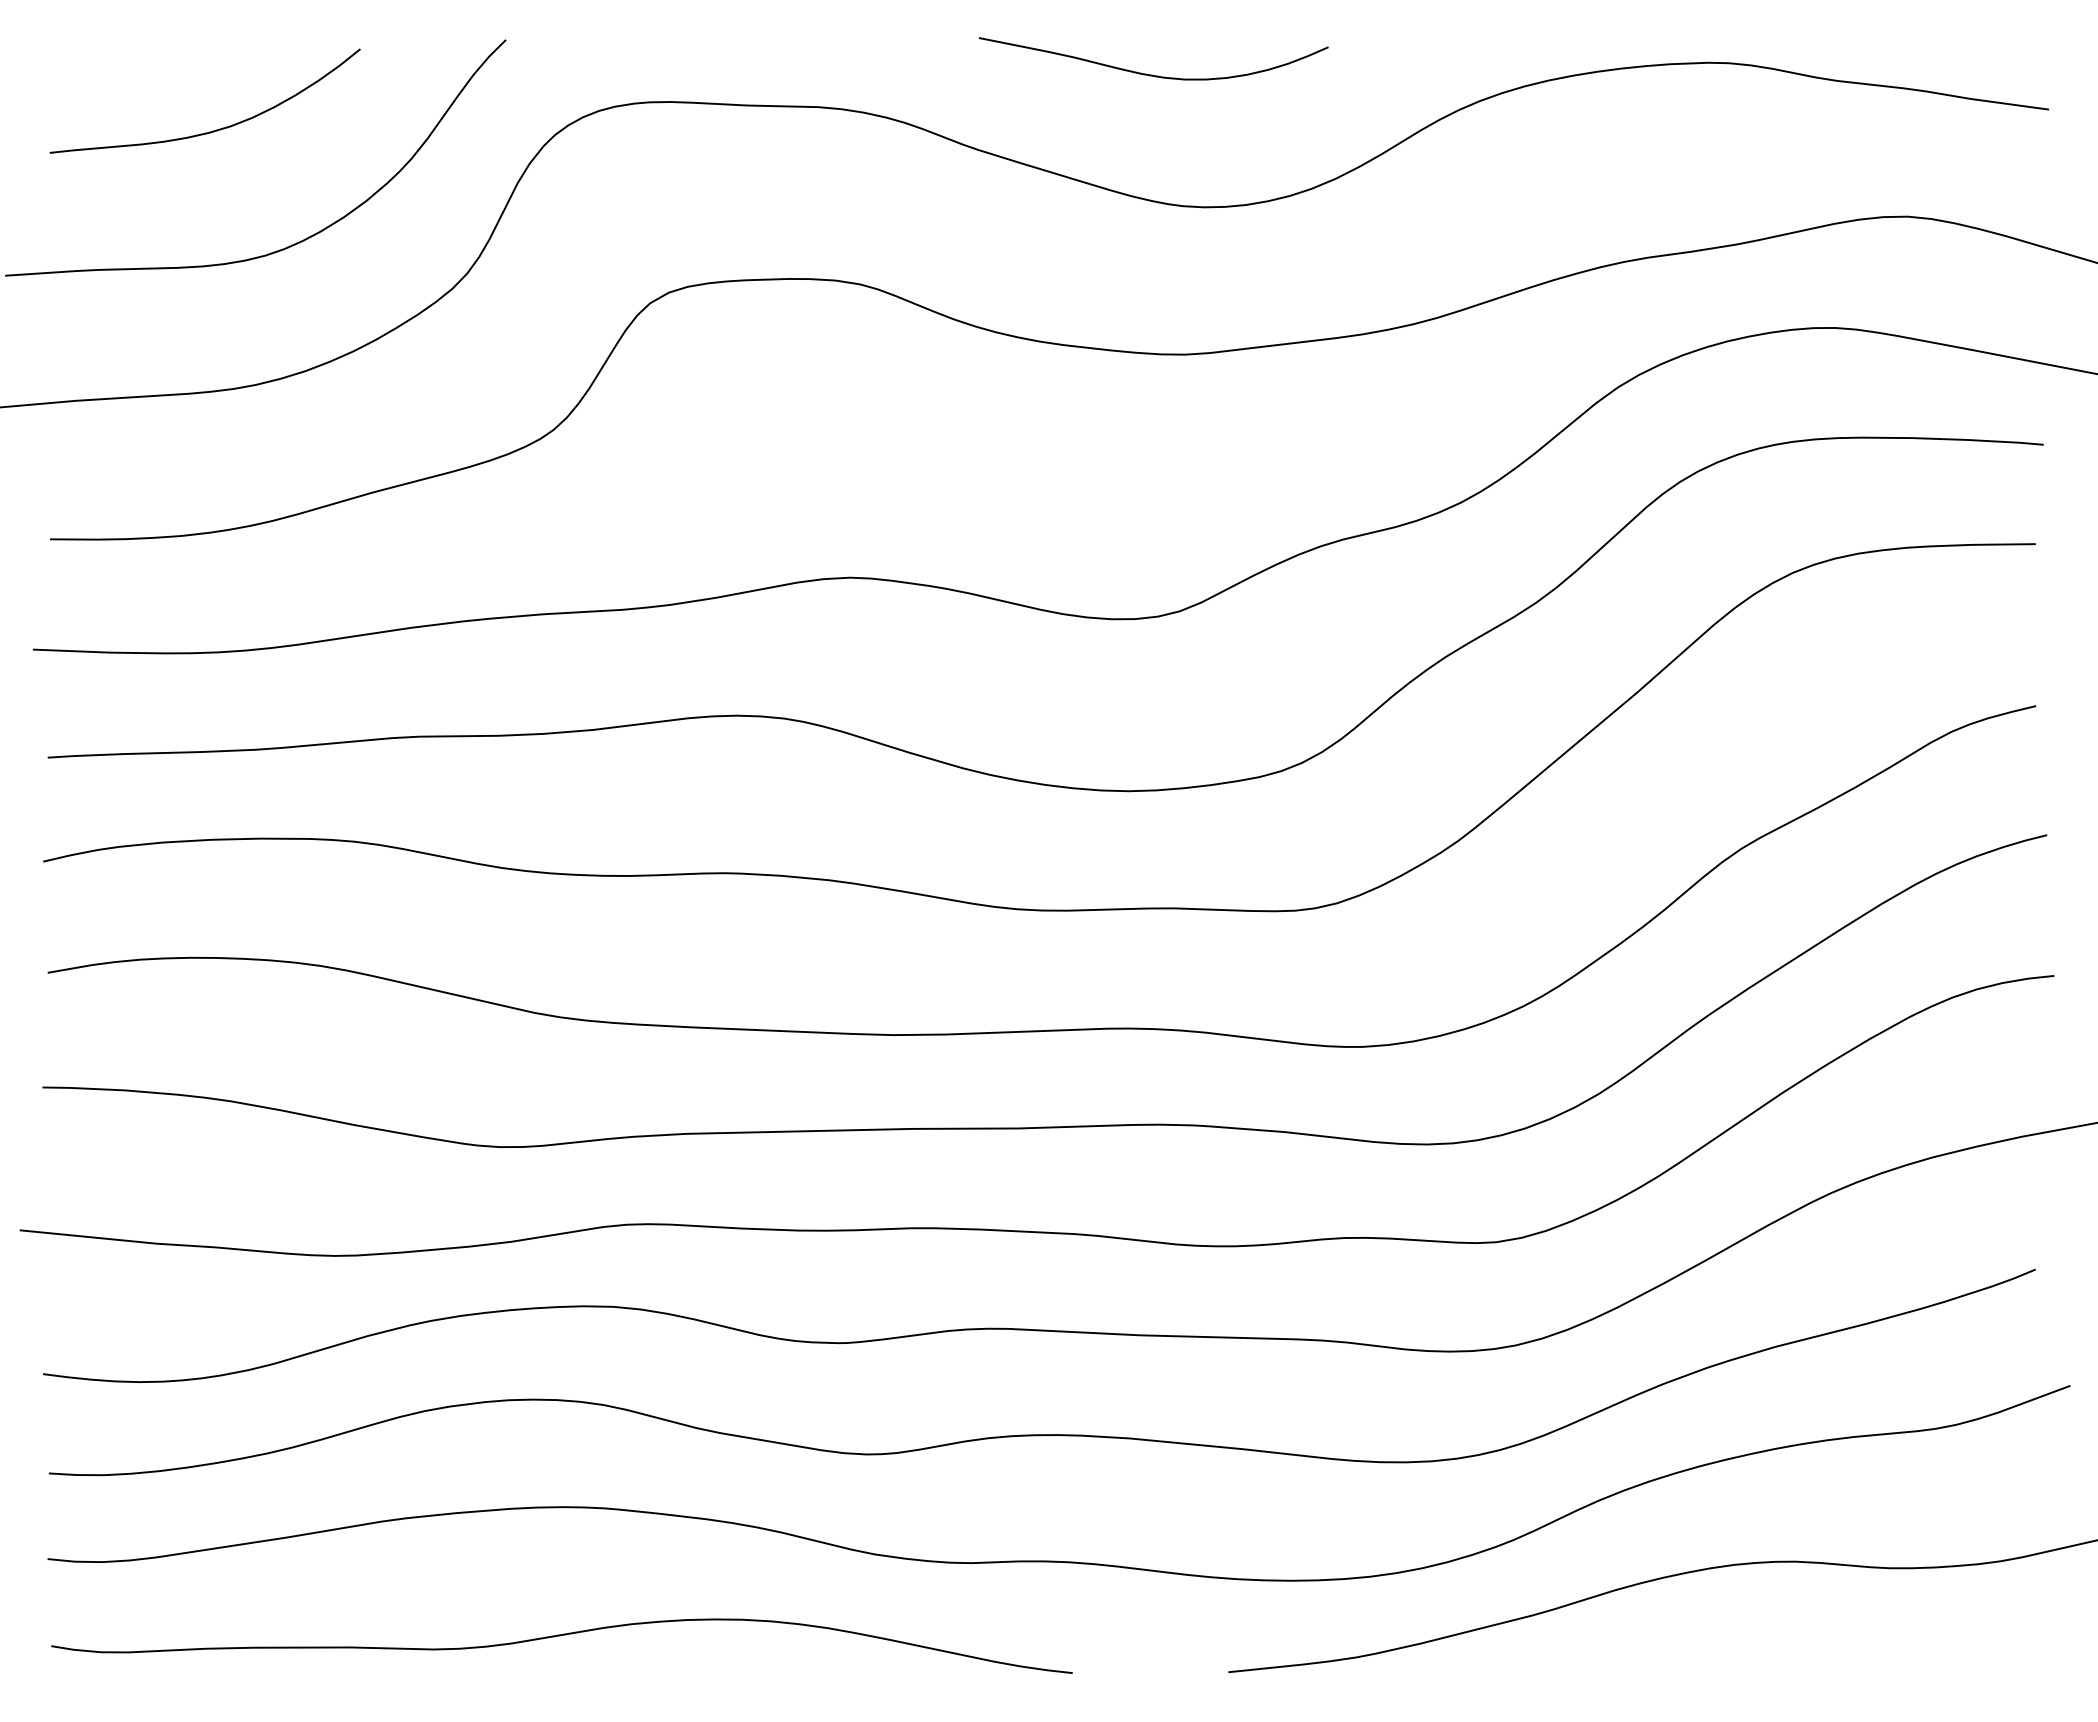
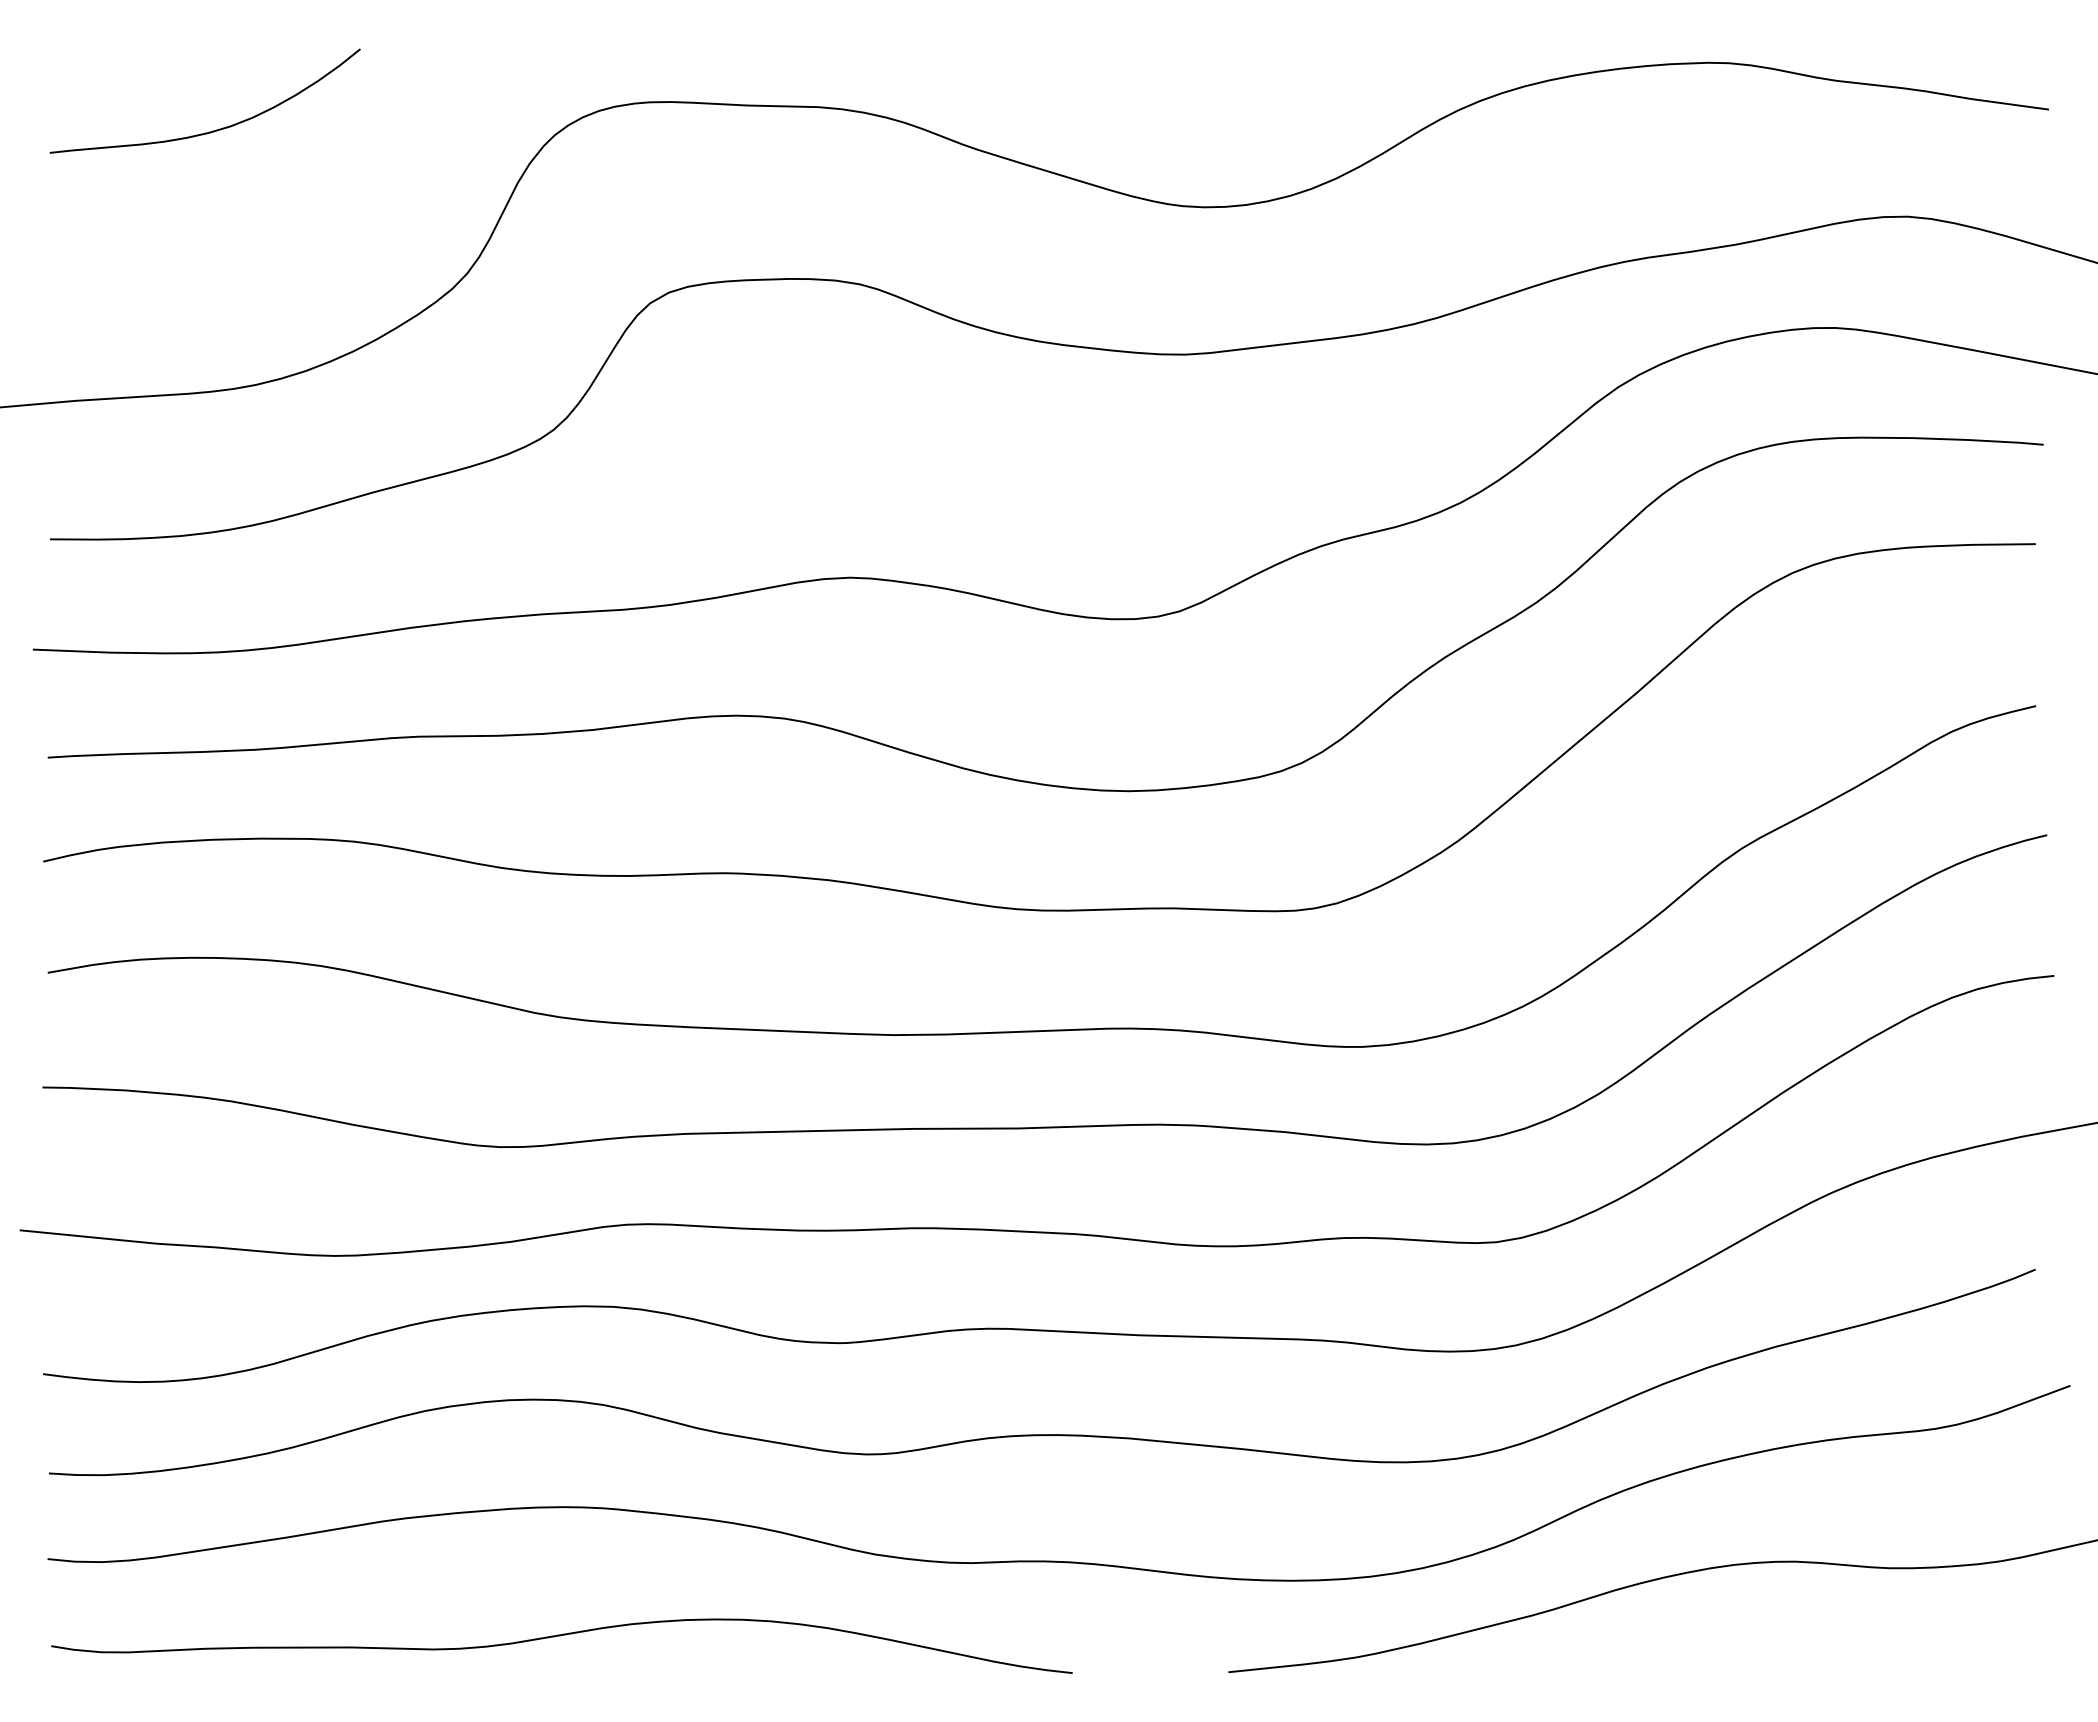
curve at (1152, 74): present -> none
curve at (289, 245): present -> none
